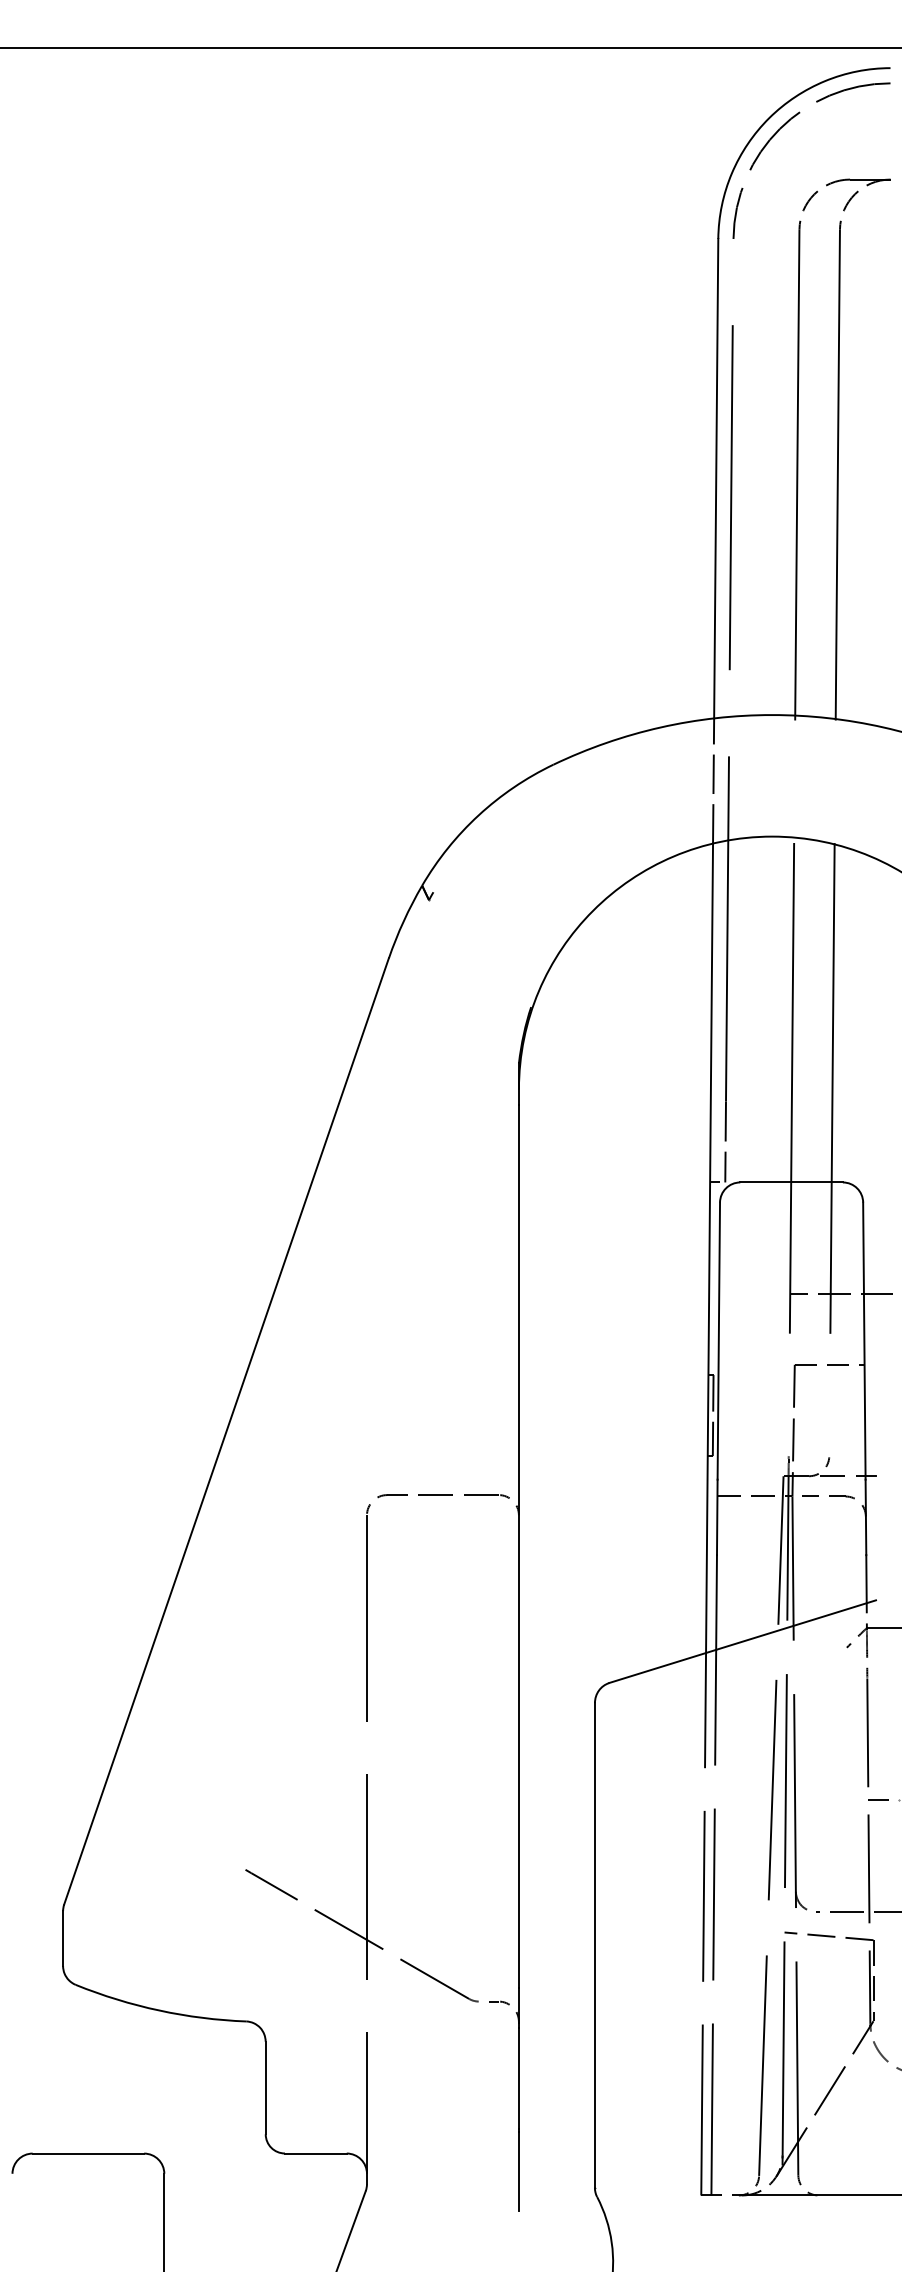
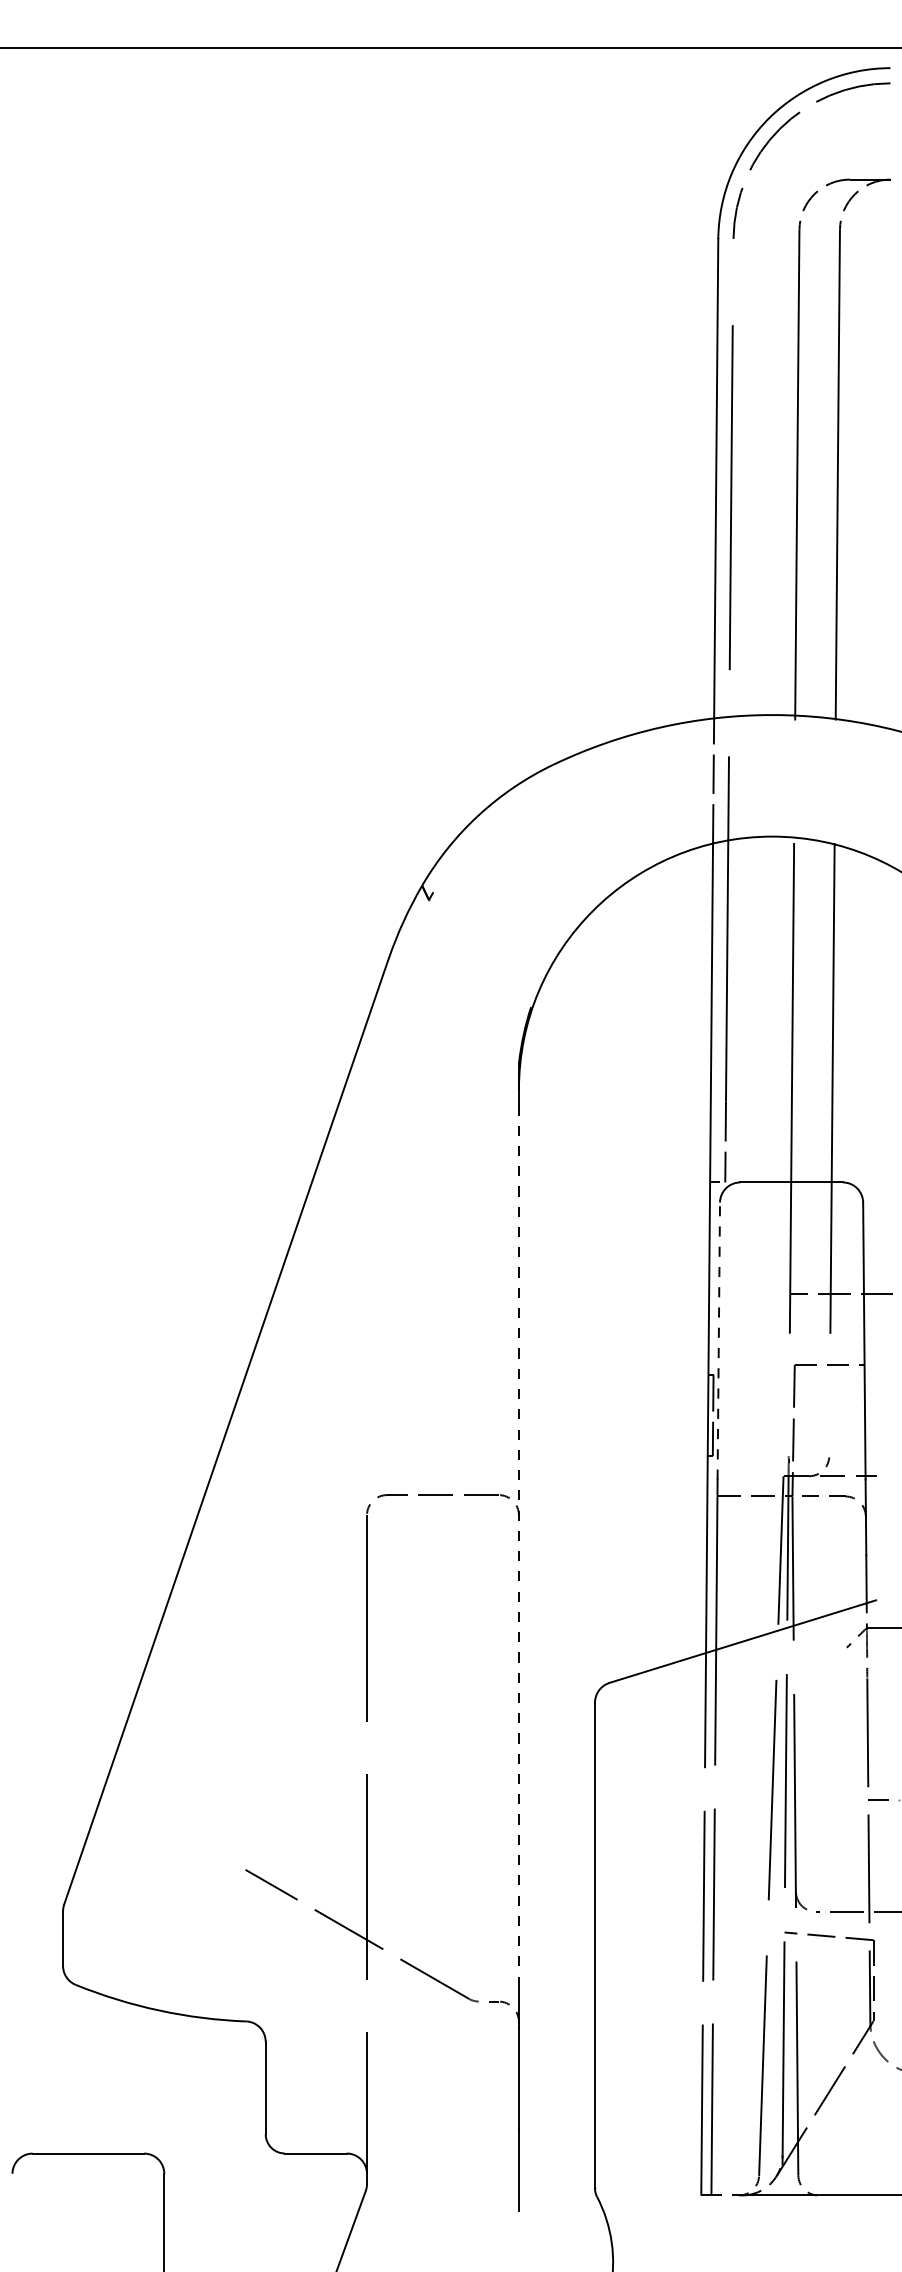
line at (718, 1341): solid -> dashed
line at (518, 1547): solid -> dashed
